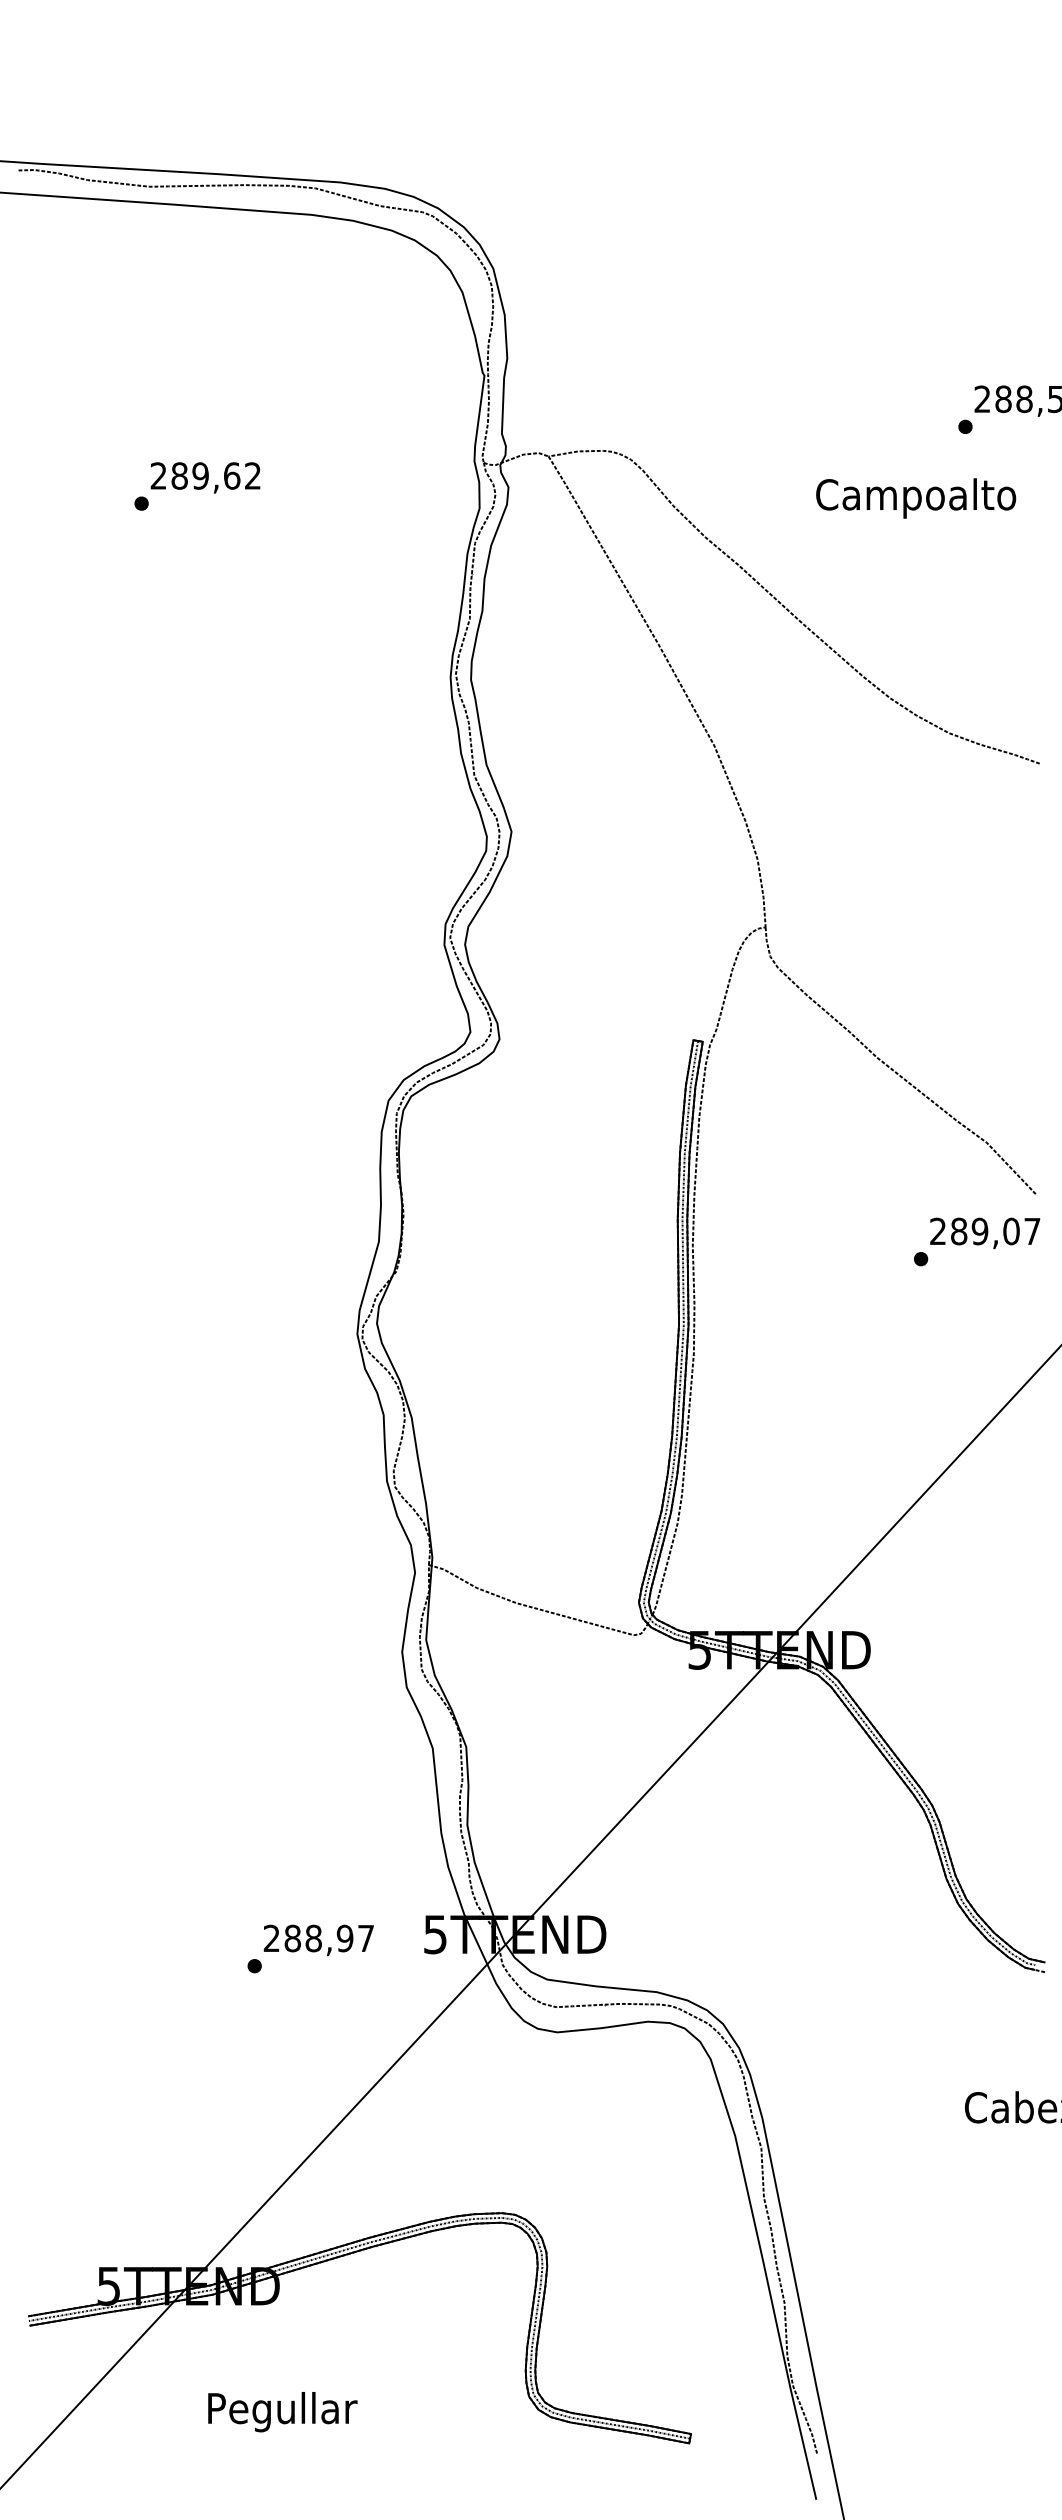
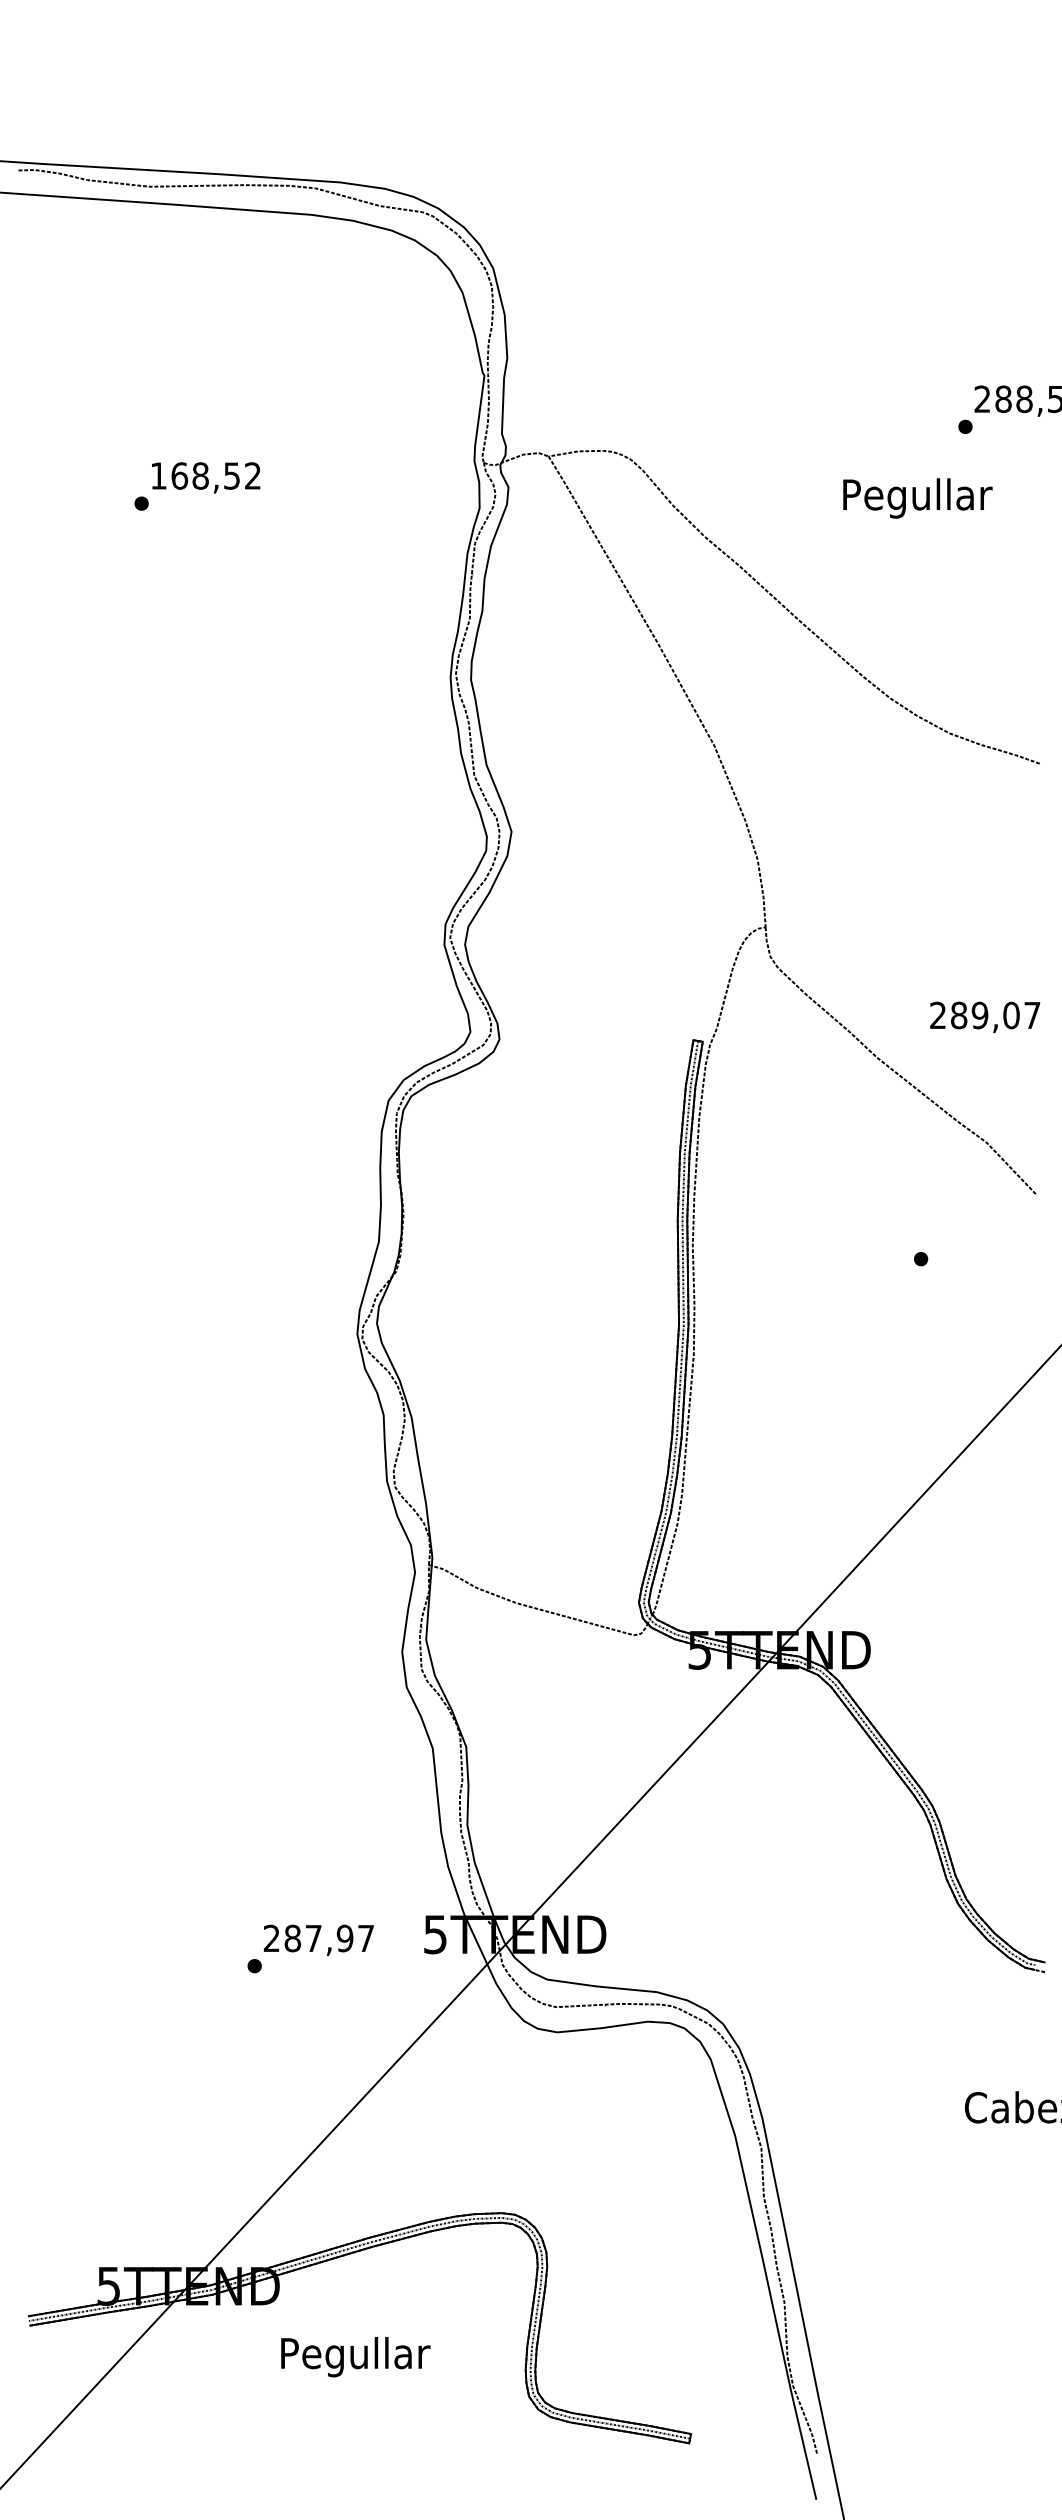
text at (195, 475): 289,62 -> 168,52
text at (916, 498): Campoalto -> Pegullar
text at (985, 1233) position: (985, 1233) -> (985, 1017)
text at (313, 1938): 288,97 -> 287,97
text at (282, 2412) position: (282, 2412) -> (355, 2357)
